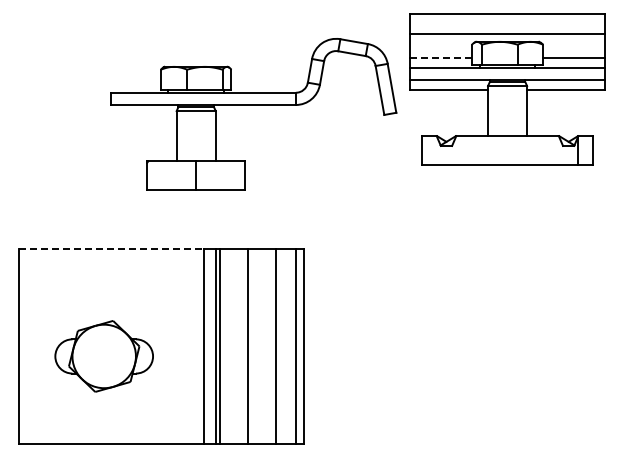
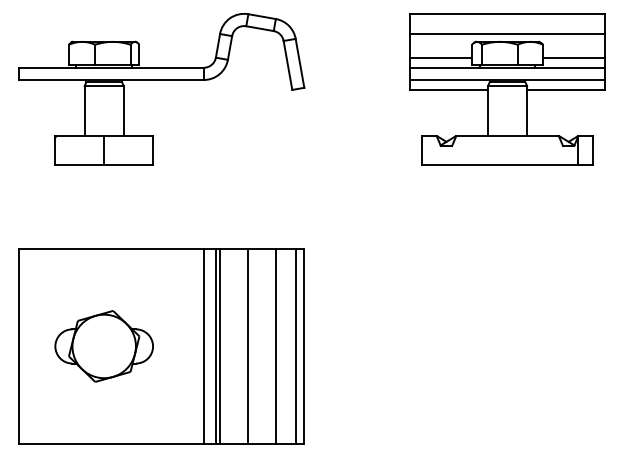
line at (441, 57): dashed -> solid
part at (253, 105) position: (253, 105) -> (161, 80)
line at (111, 248): dashed -> solid
part at (103, 356) position: (103, 356) -> (103, 346)
